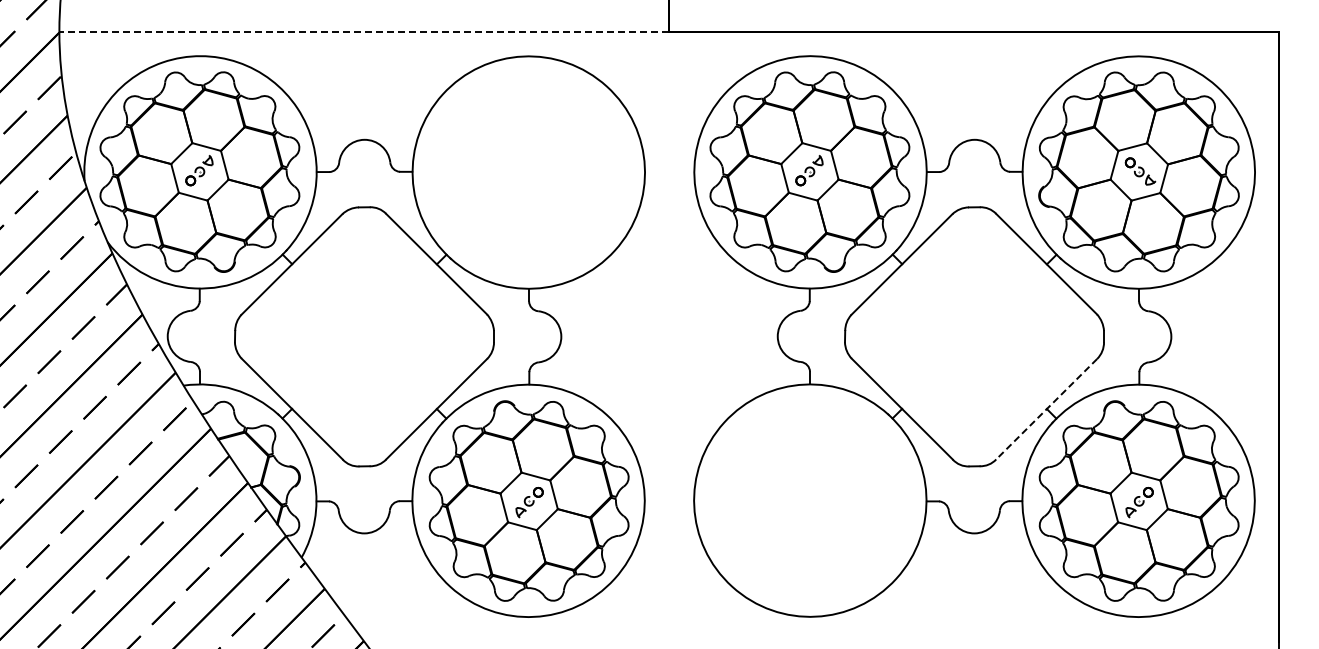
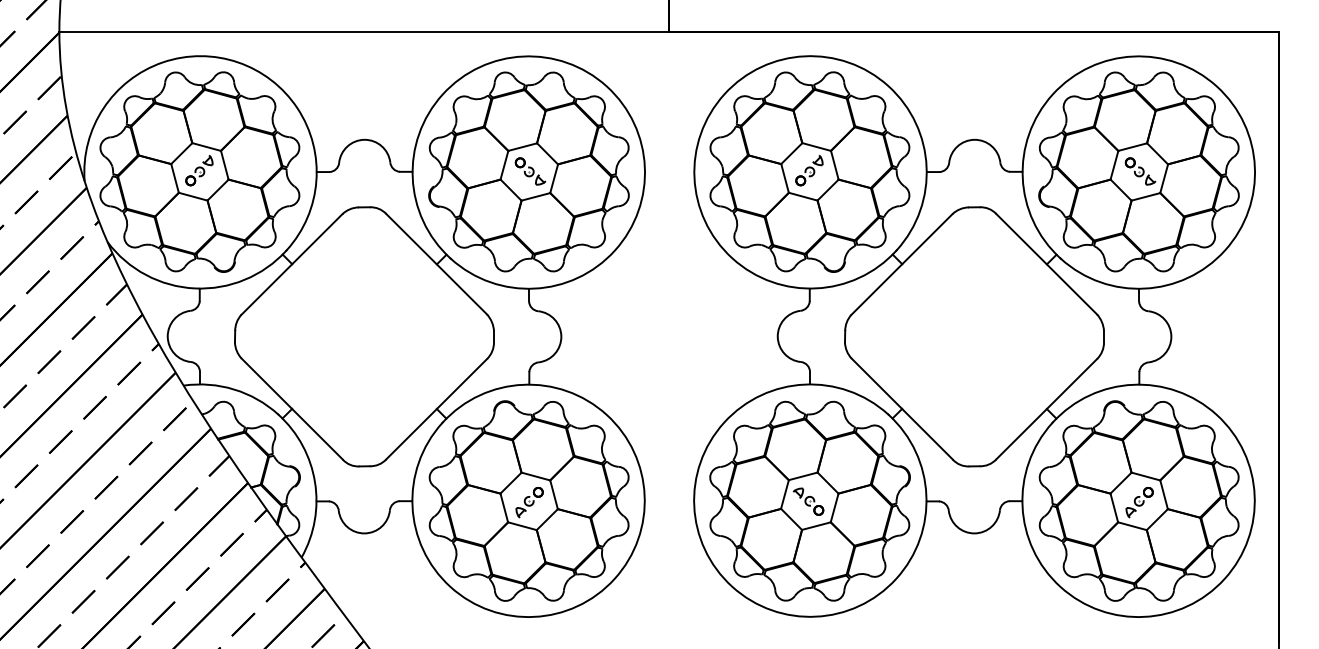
line at (363, 31): dashed -> solid
part at (528, 171): none -> present
line at (1046, 409): dashed -> solid
part at (809, 500): none -> present
